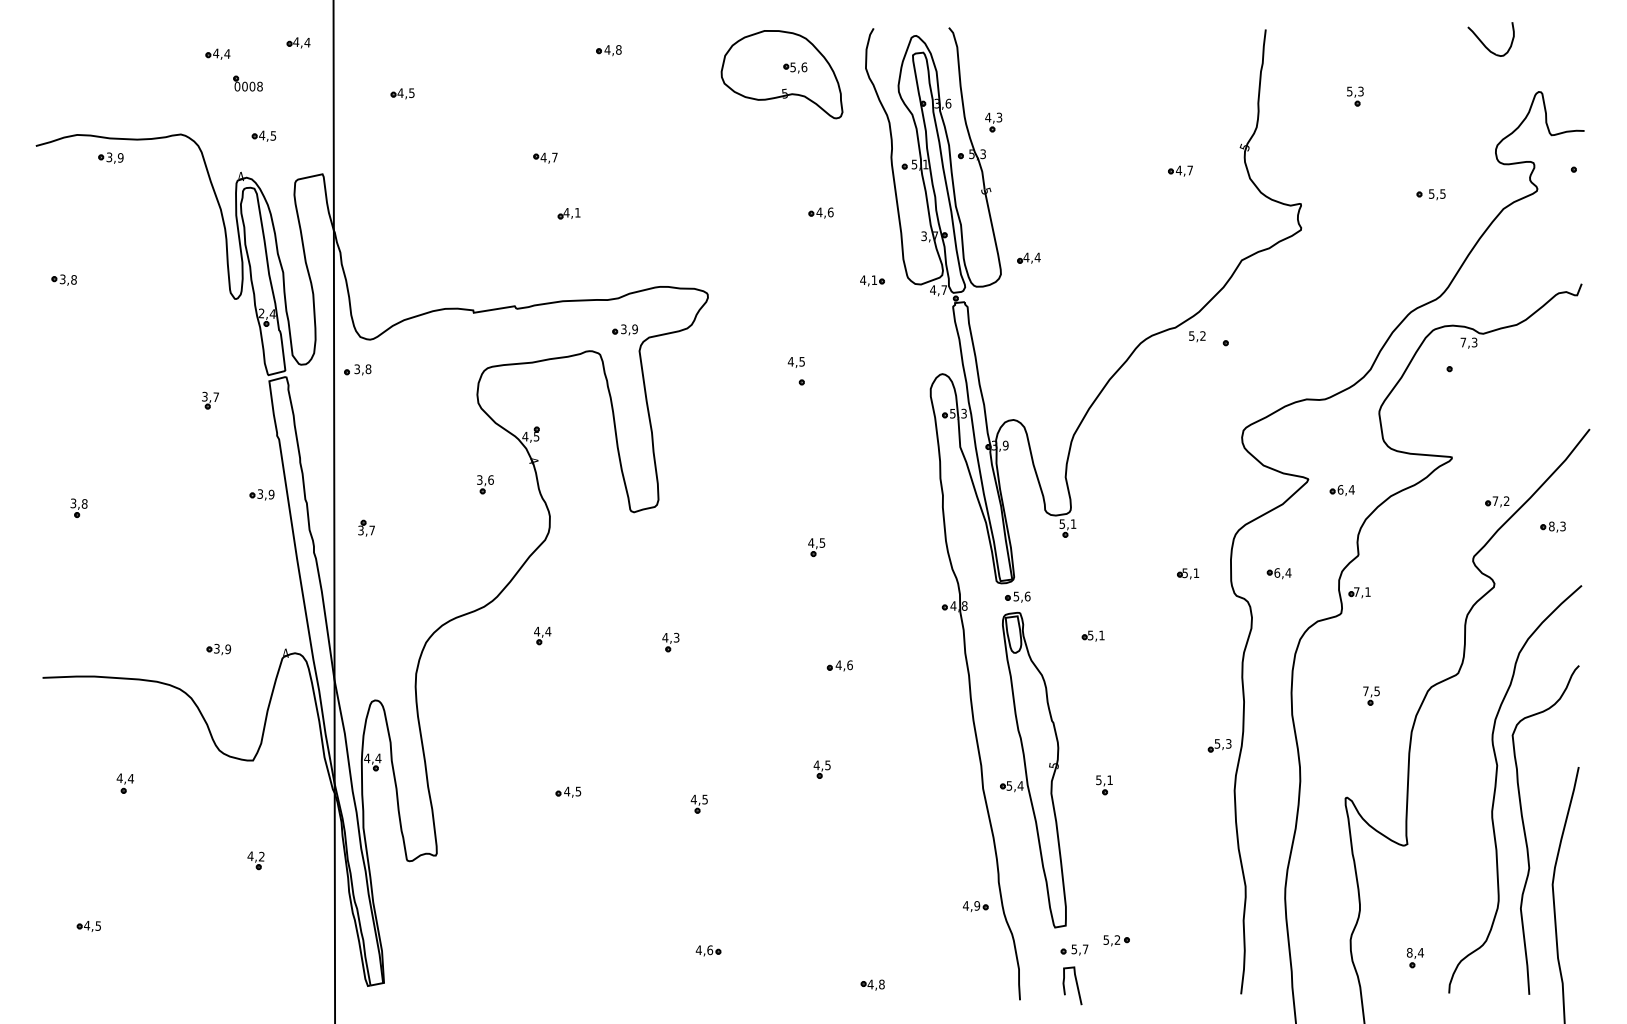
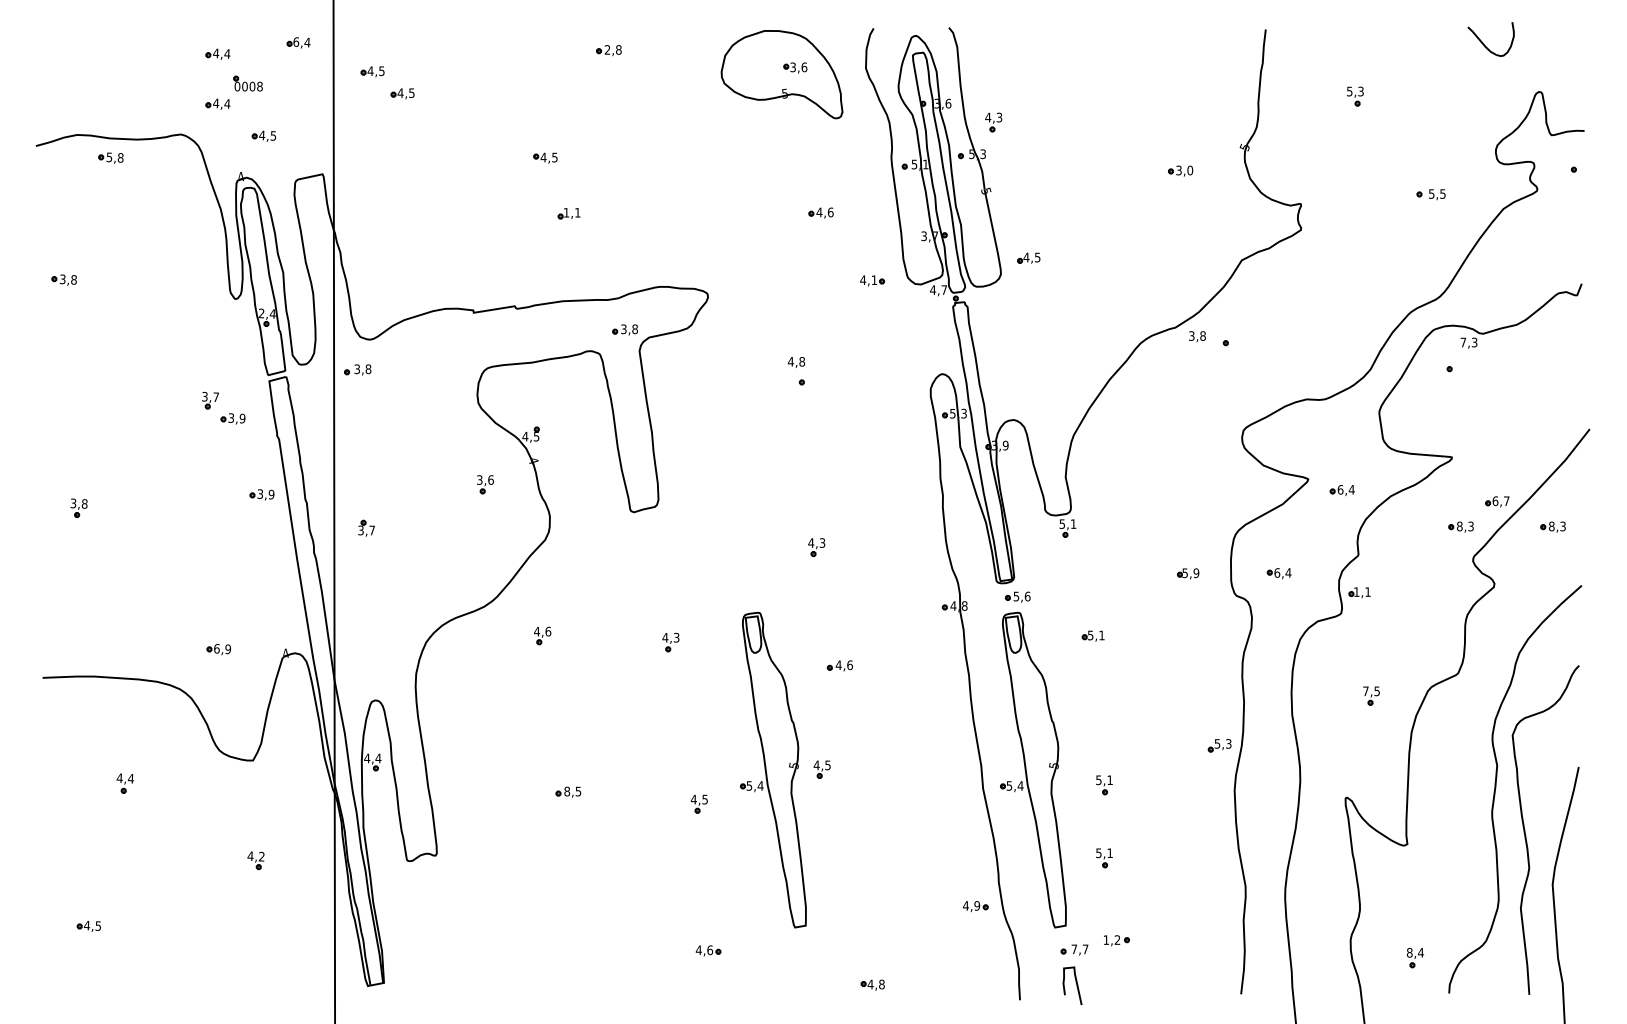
text at (296, 41): 4,4 -> 6,4
text at (607, 49): 4,8 -> 2,8
text at (792, 66): 5,6 -> 3,6
part at (372, 71): none -> present
part at (217, 103): none -> present
text at (115, 157): 3,9 -> 5,8
text at (554, 157): 4,7 -> 4,5
text at (1184, 170): 4,7 -> 3,0
text at (566, 212): 4,1 -> 1,1
text at (1037, 257): 4,4 -> 4,5
text at (634, 329): 3,9 -> 3,8
text at (1197, 335): 5,2 -> 3,8
text at (802, 361): 4,5 -> 4,8
part at (232, 418): none -> present
text at (1500, 501): 7,2 -> 6,7
part at (1460, 526): none -> present
text at (822, 542): 4,5 -> 4,3
text at (1196, 573): 5,1 -> 5,9
text at (1356, 591): 7,1 -> 1,1
text at (548, 631): 4,4 -> 4,6
text at (216, 648): 3,9 -> 6,9
part at (773, 769): none -> present
text at (567, 791): 4,5 -> 8,5
part at (1104, 858): none -> present
text at (1105, 939): 5,2 -> 1,2
text at (1074, 949): 5,7 -> 7,7
